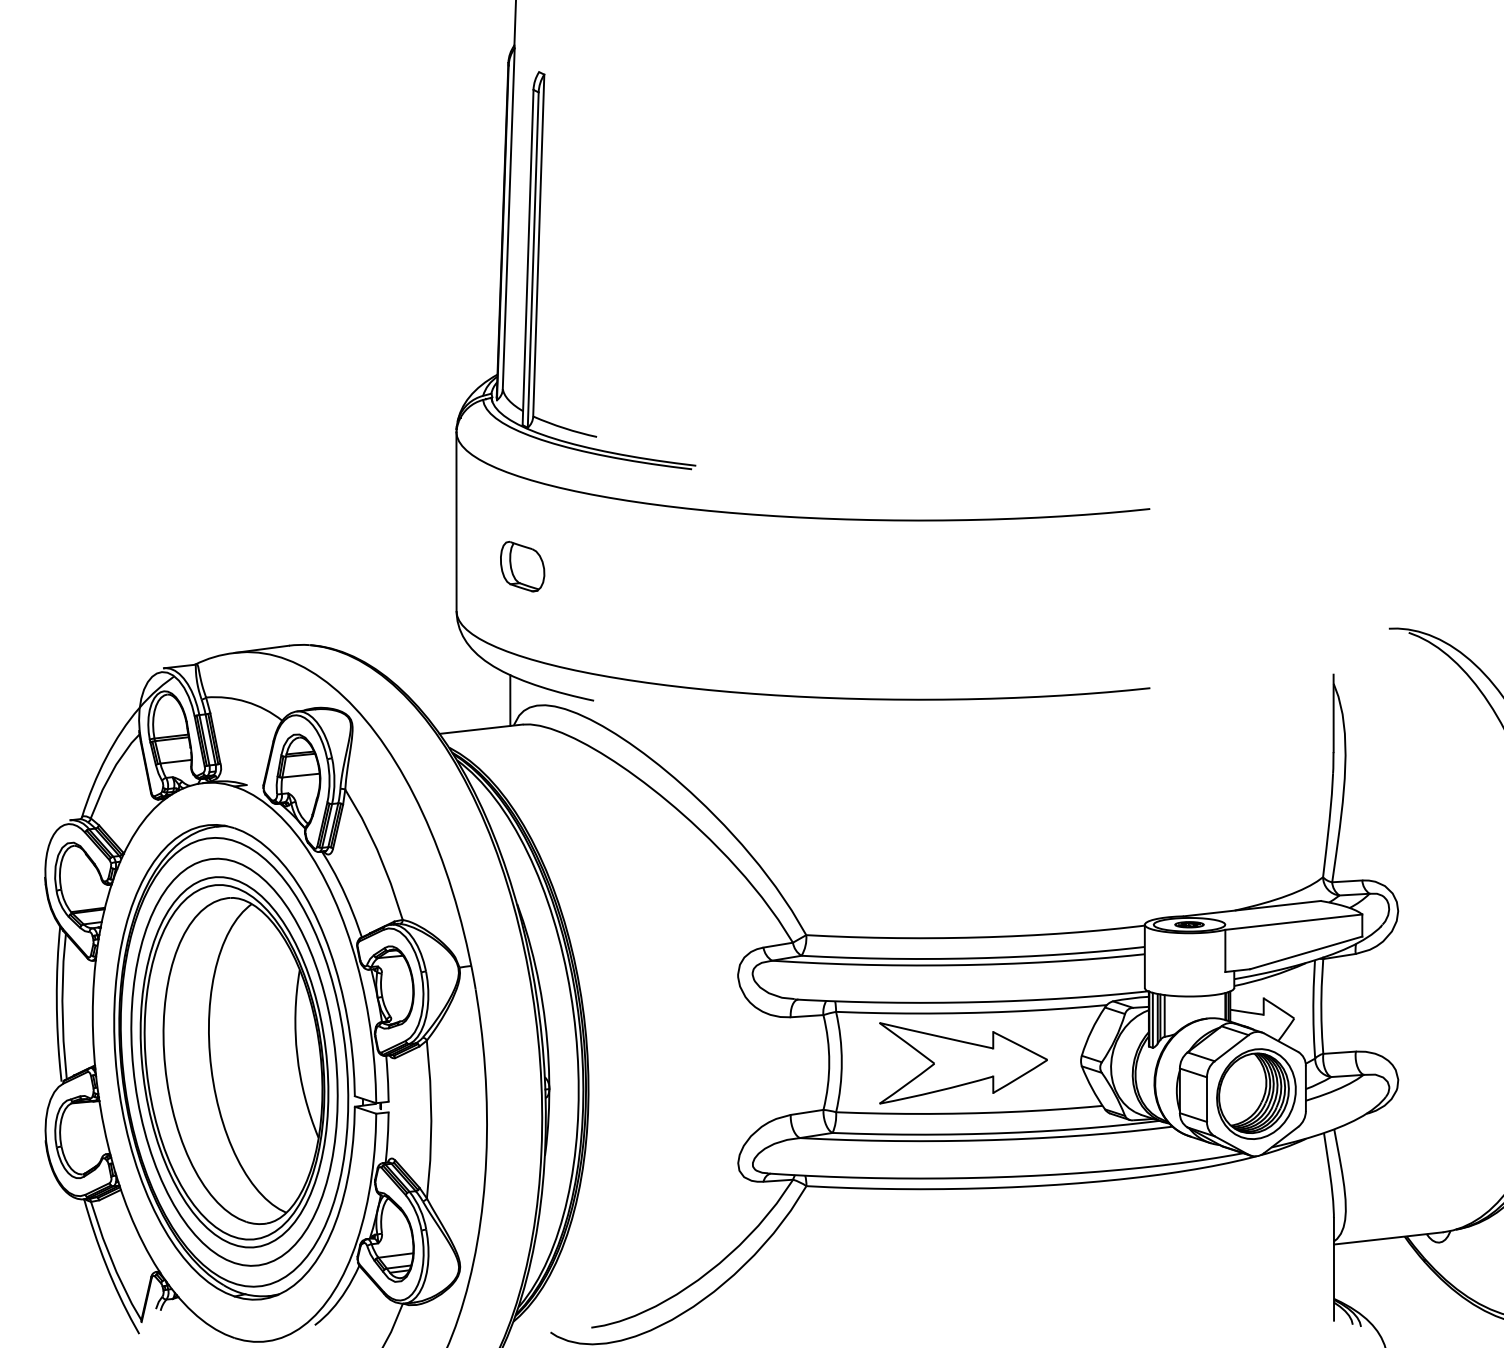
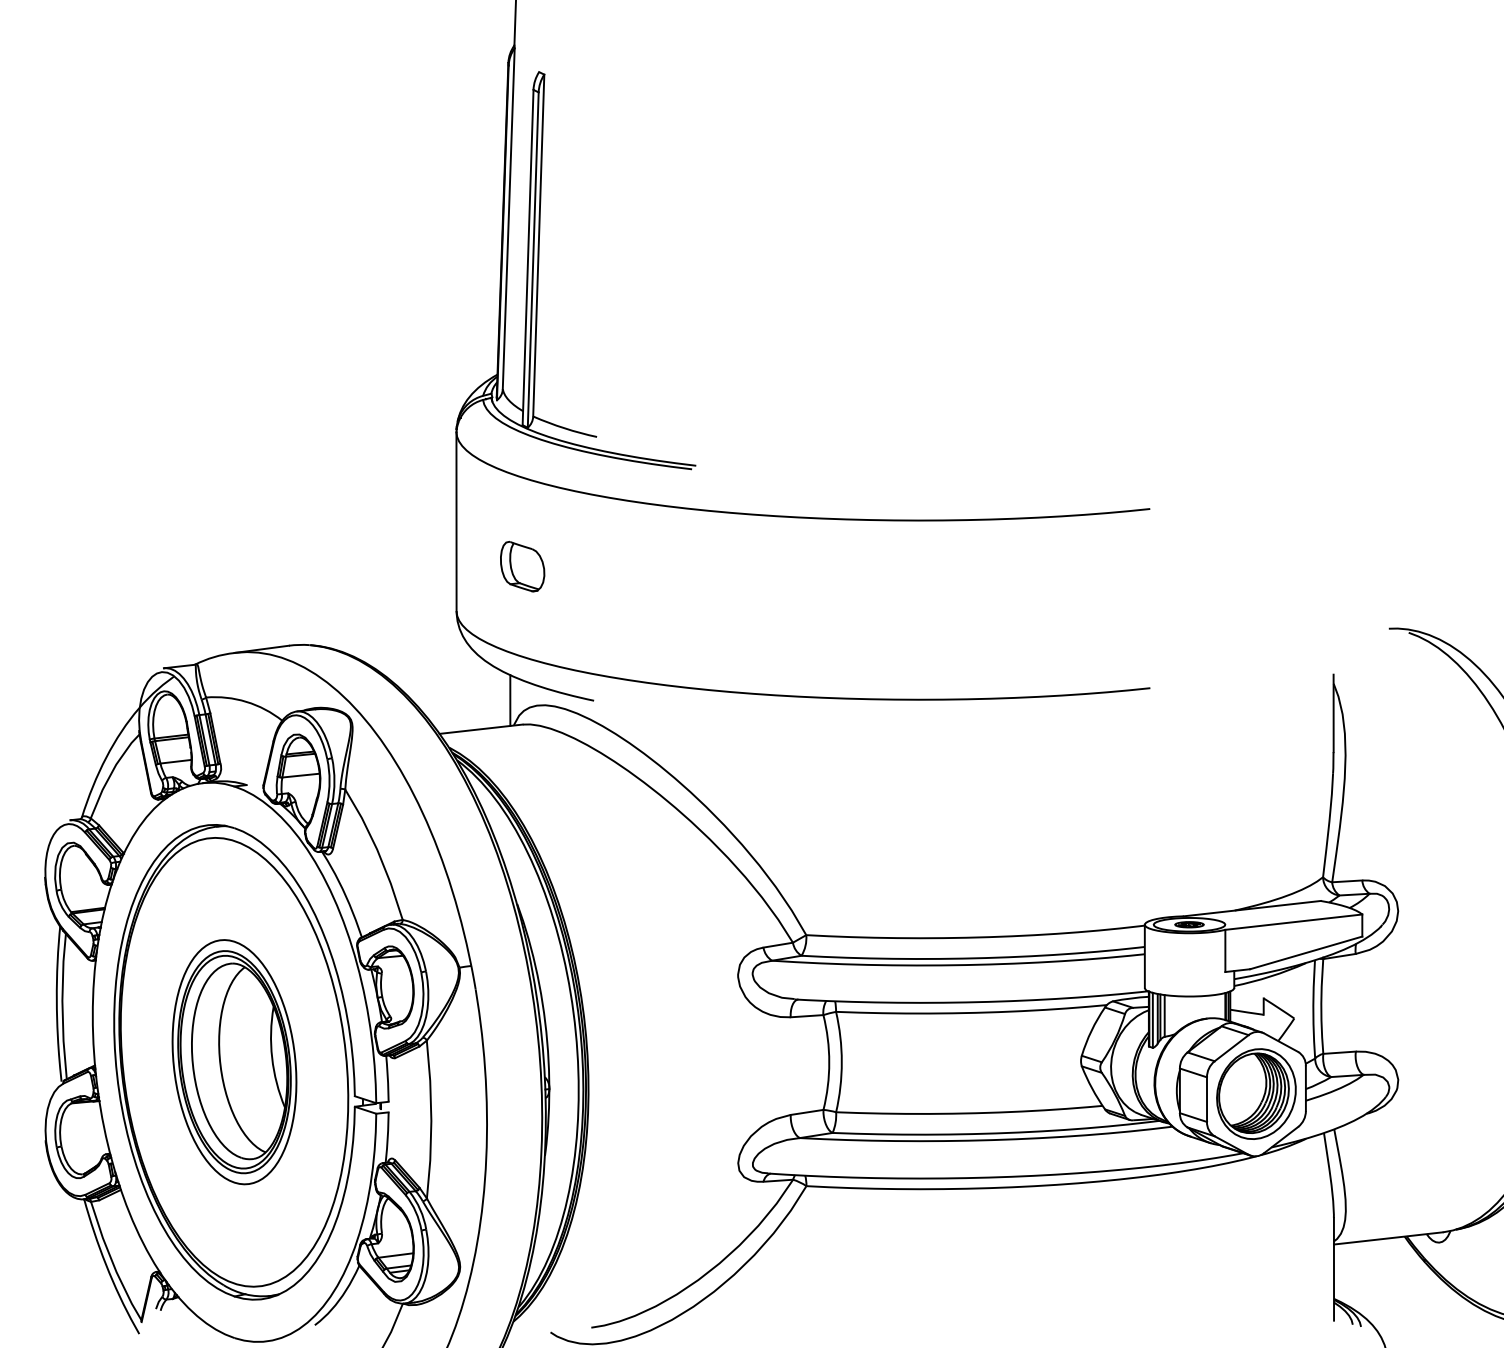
part at (234, 1061) size: 209x410 px -> 127x247 px
part at (963, 1063): present -> none
